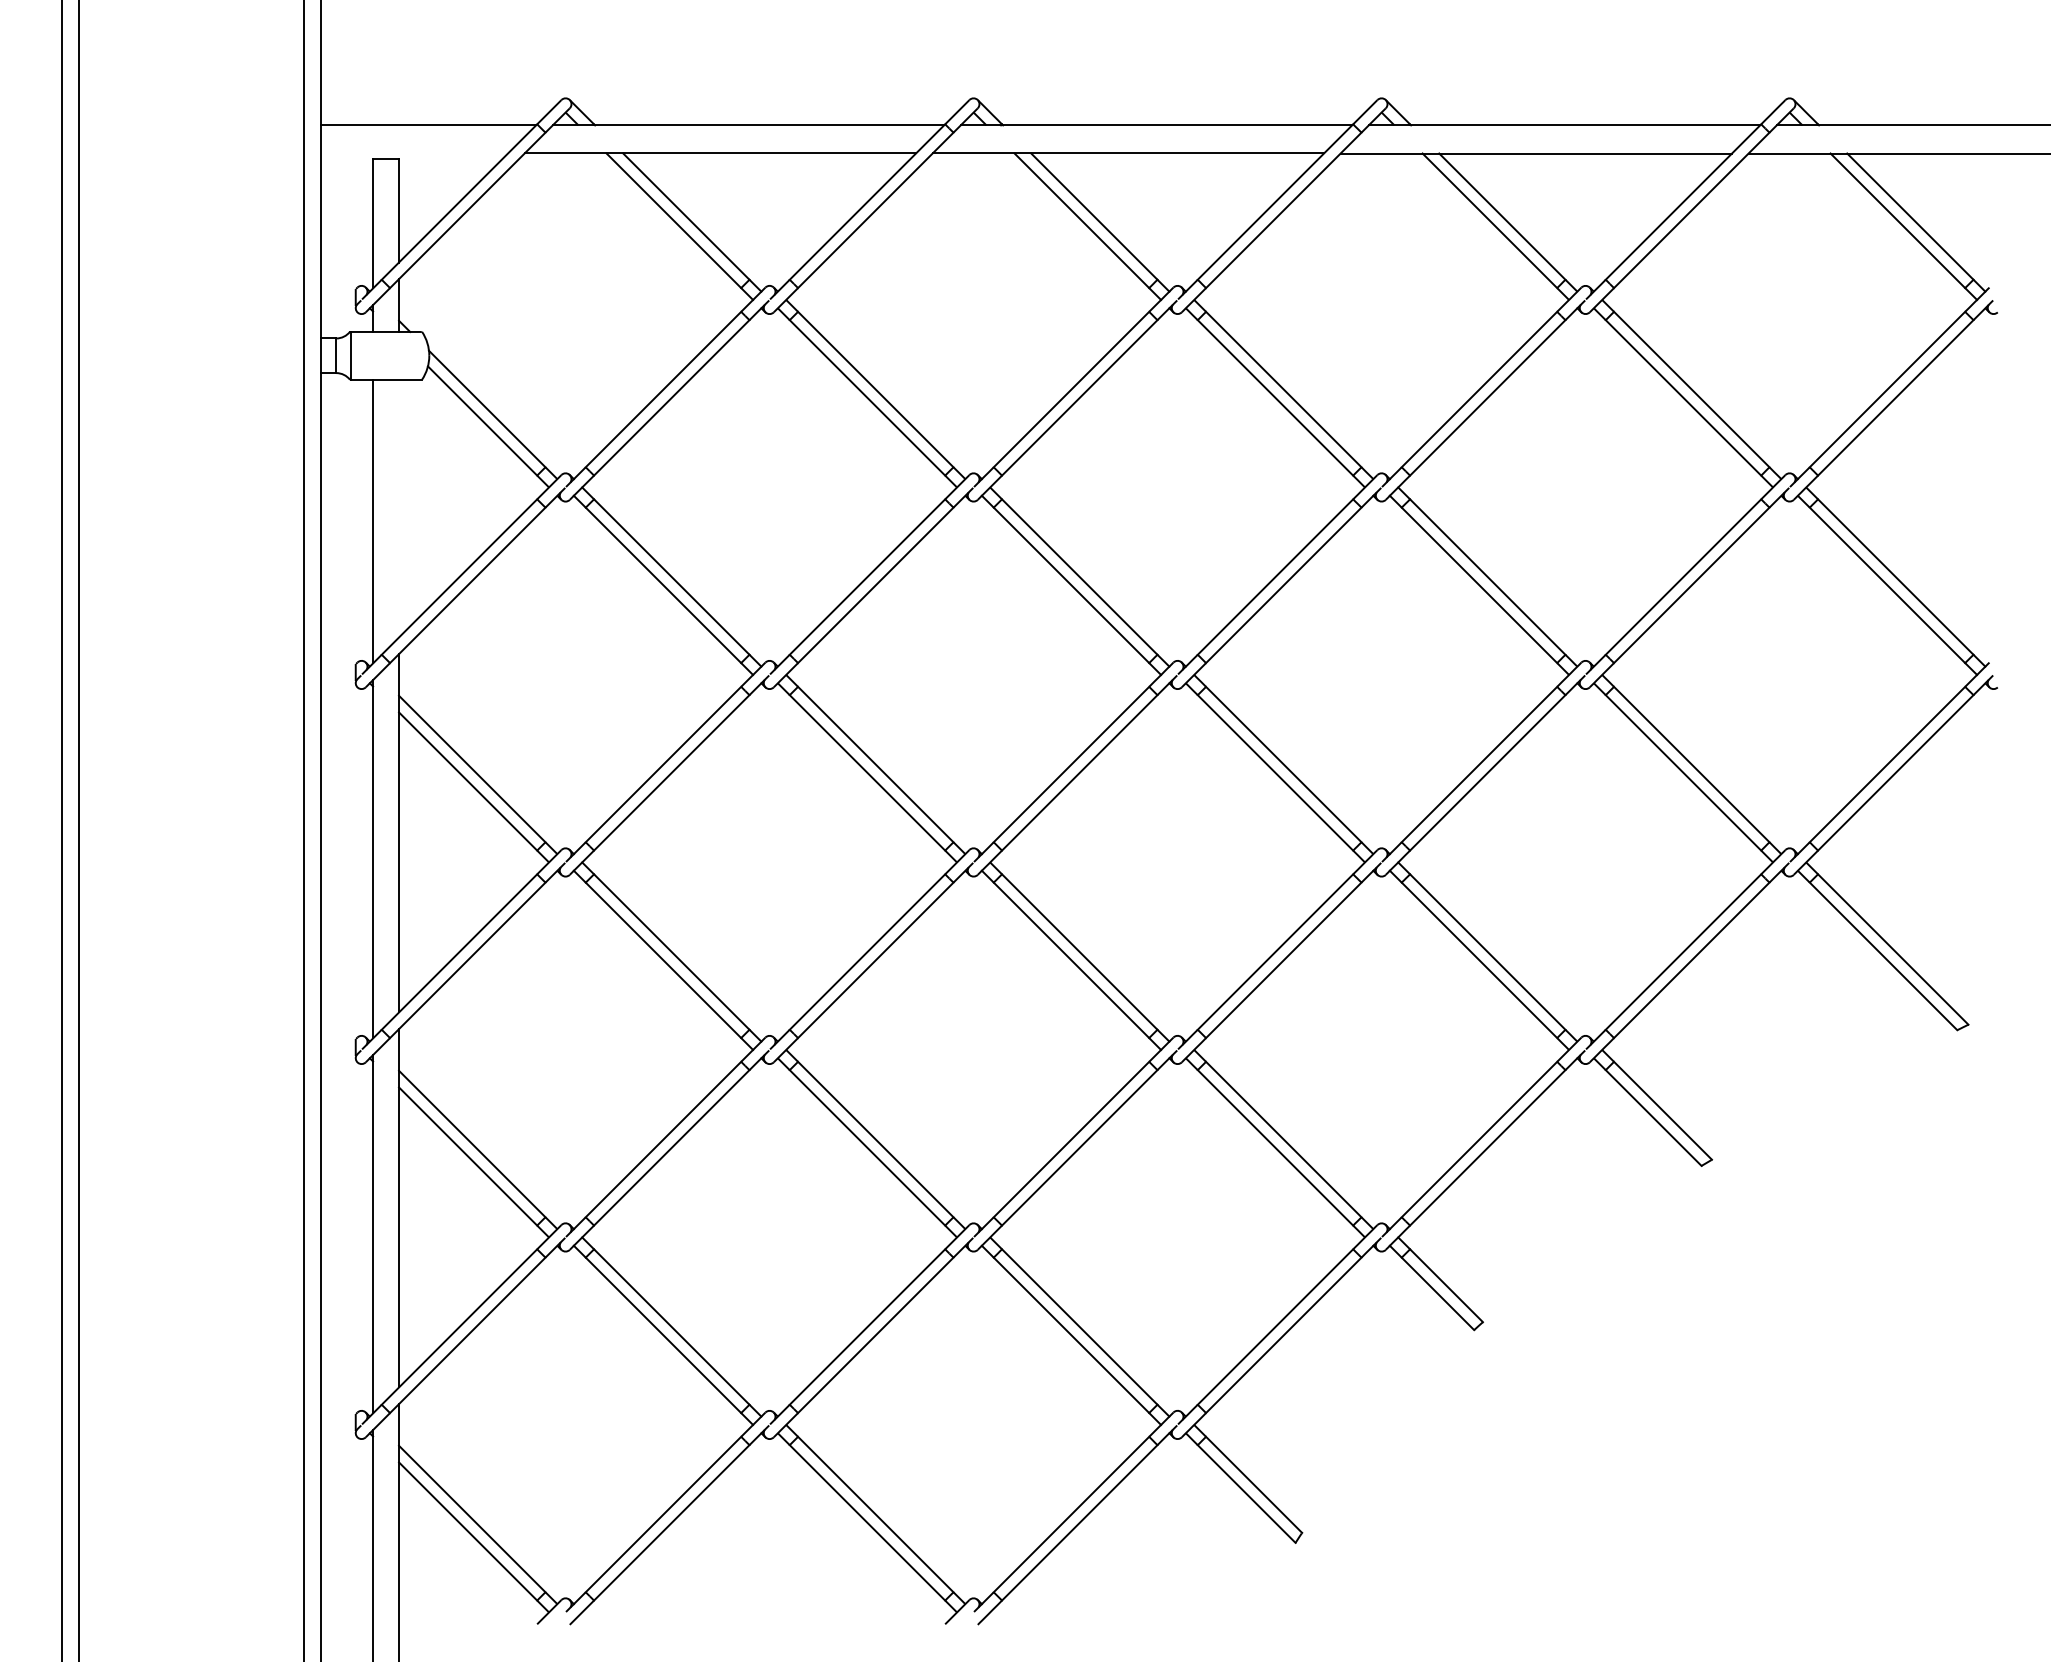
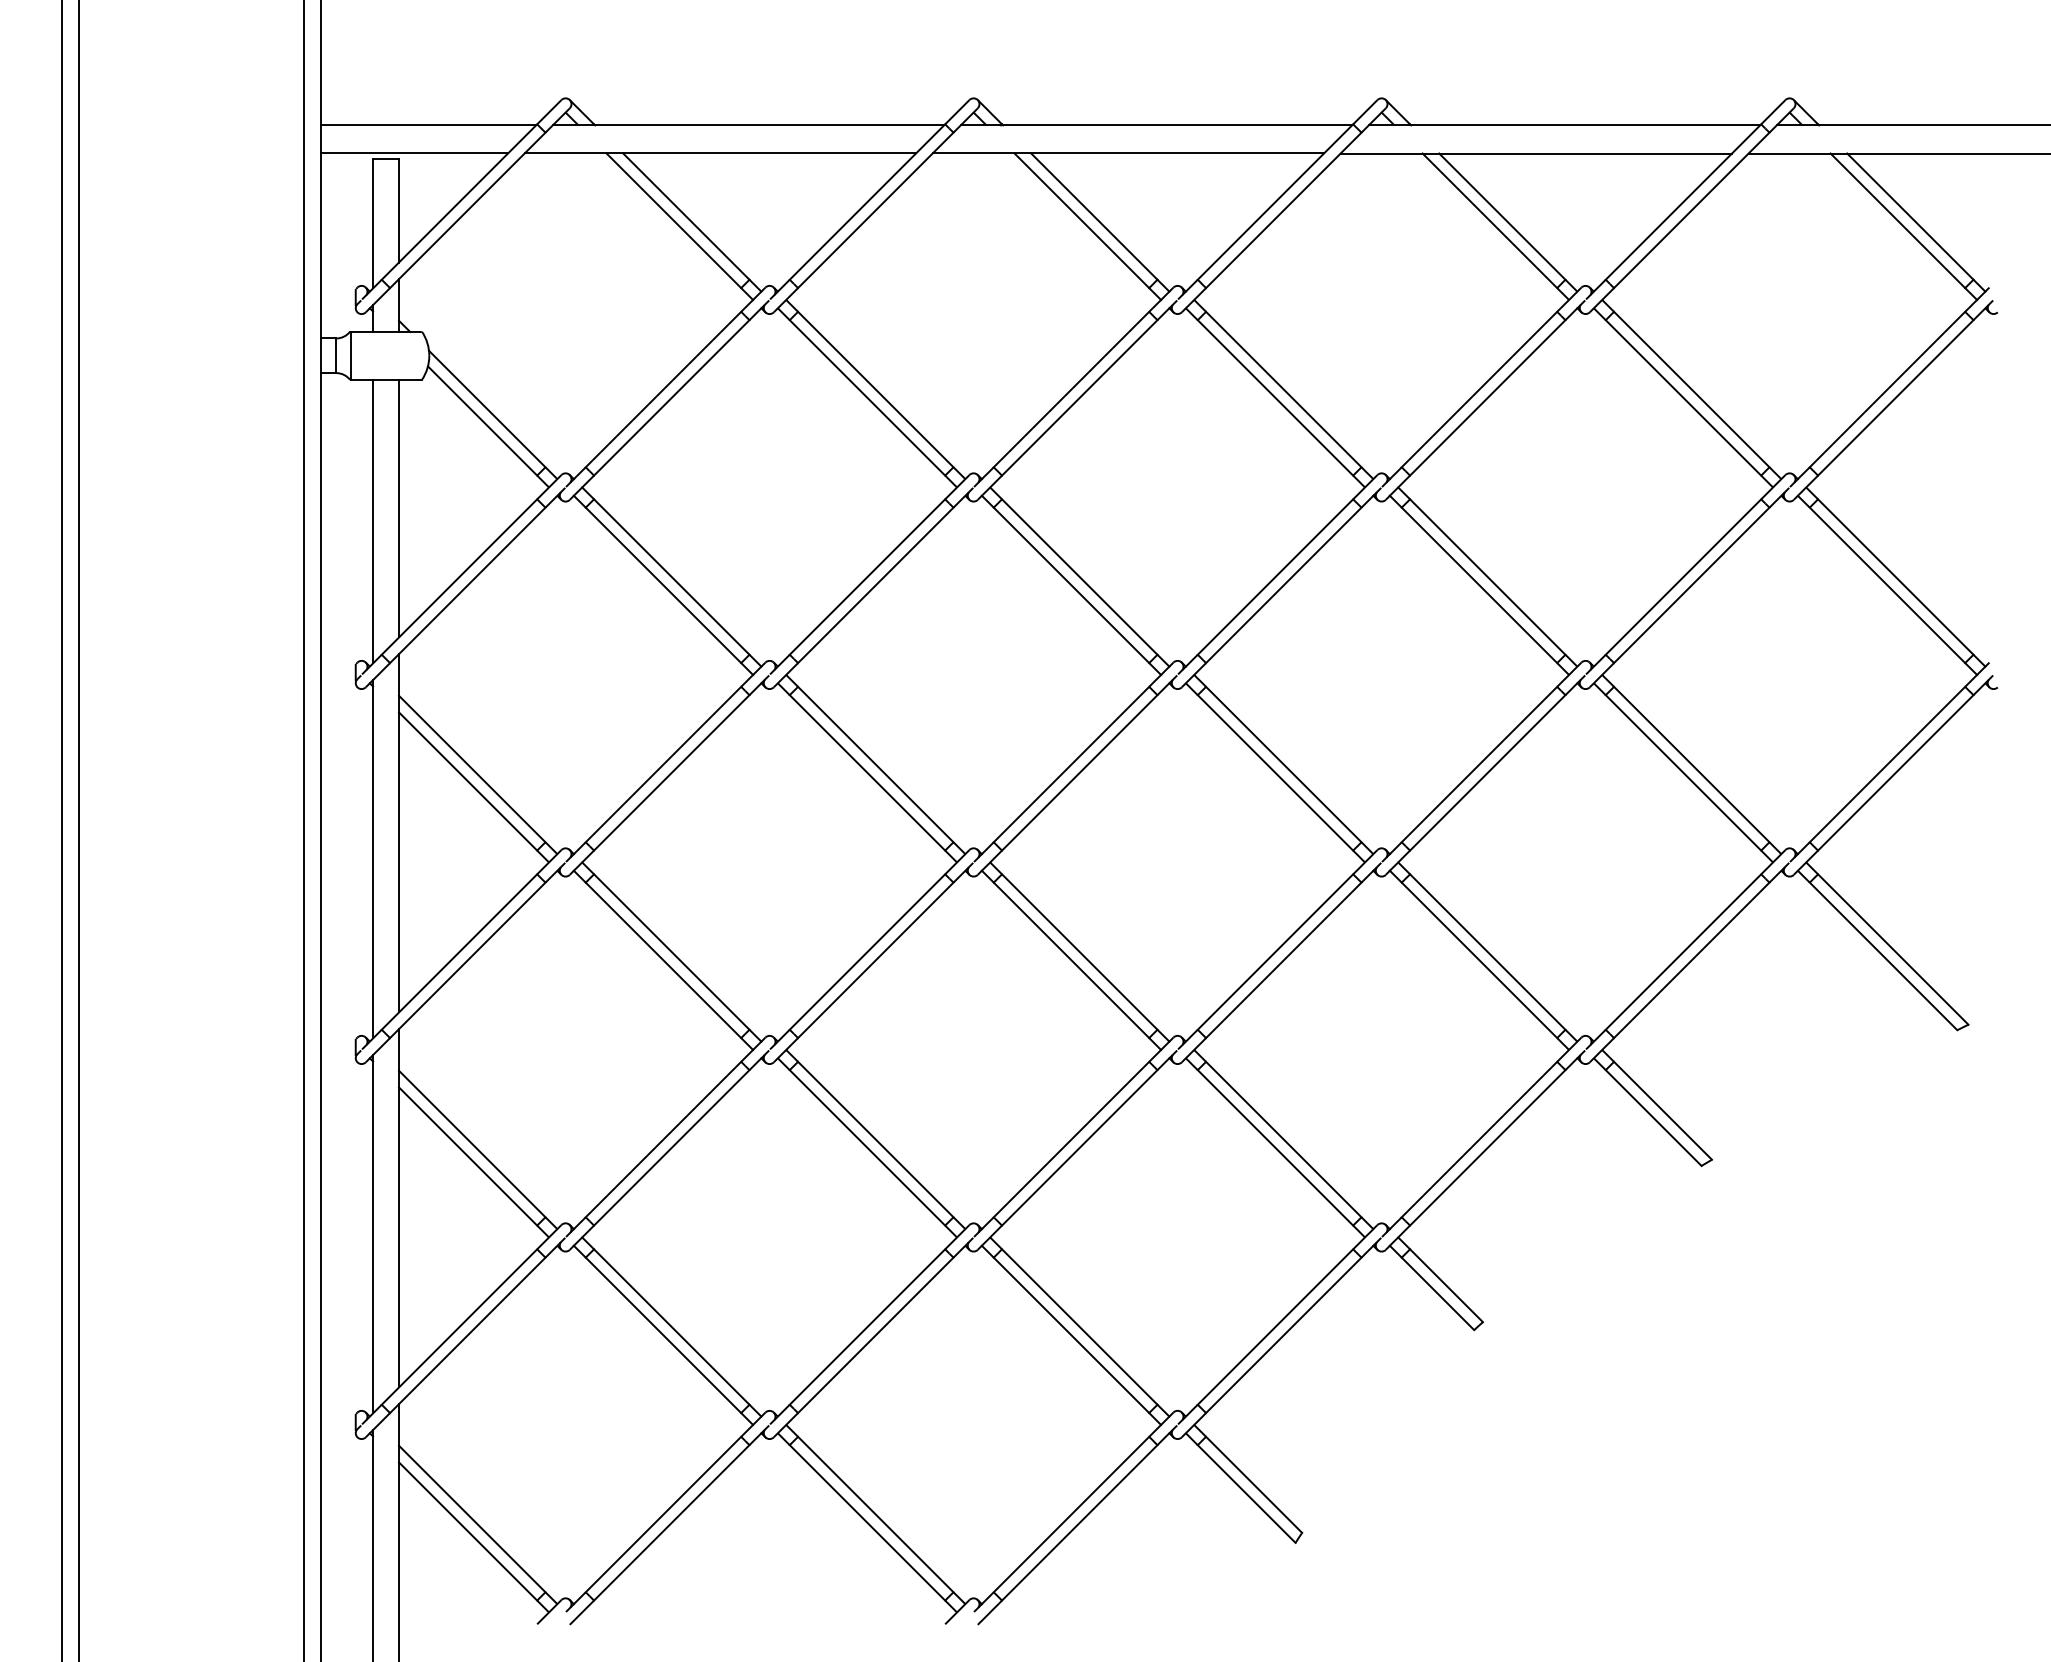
line at (414, 153): none -> present
line at (399, 508): none -> present
